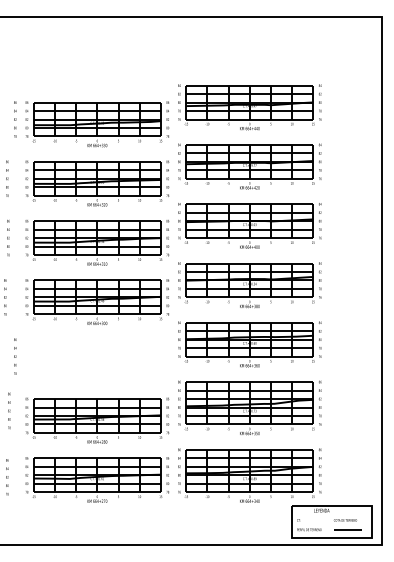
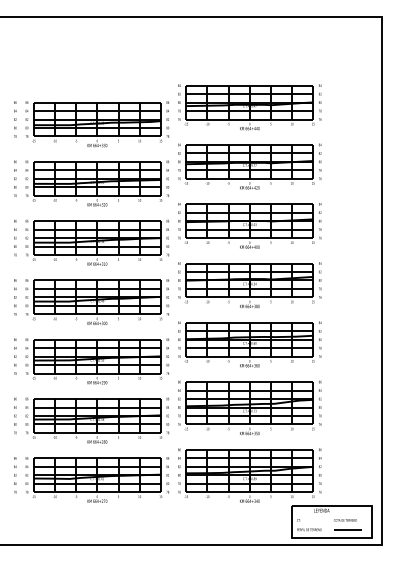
text at (7, 178) position: (7, 178) -> (15, 178)
text at (8, 238) position: (8, 238) -> (15, 238)
text at (5, 297) position: (5, 297) -> (15, 297)
part at (97, 361): none -> present
text at (9, 410) position: (9, 410) -> (15, 415)
text at (7, 477) position: (7, 477) -> (15, 475)
